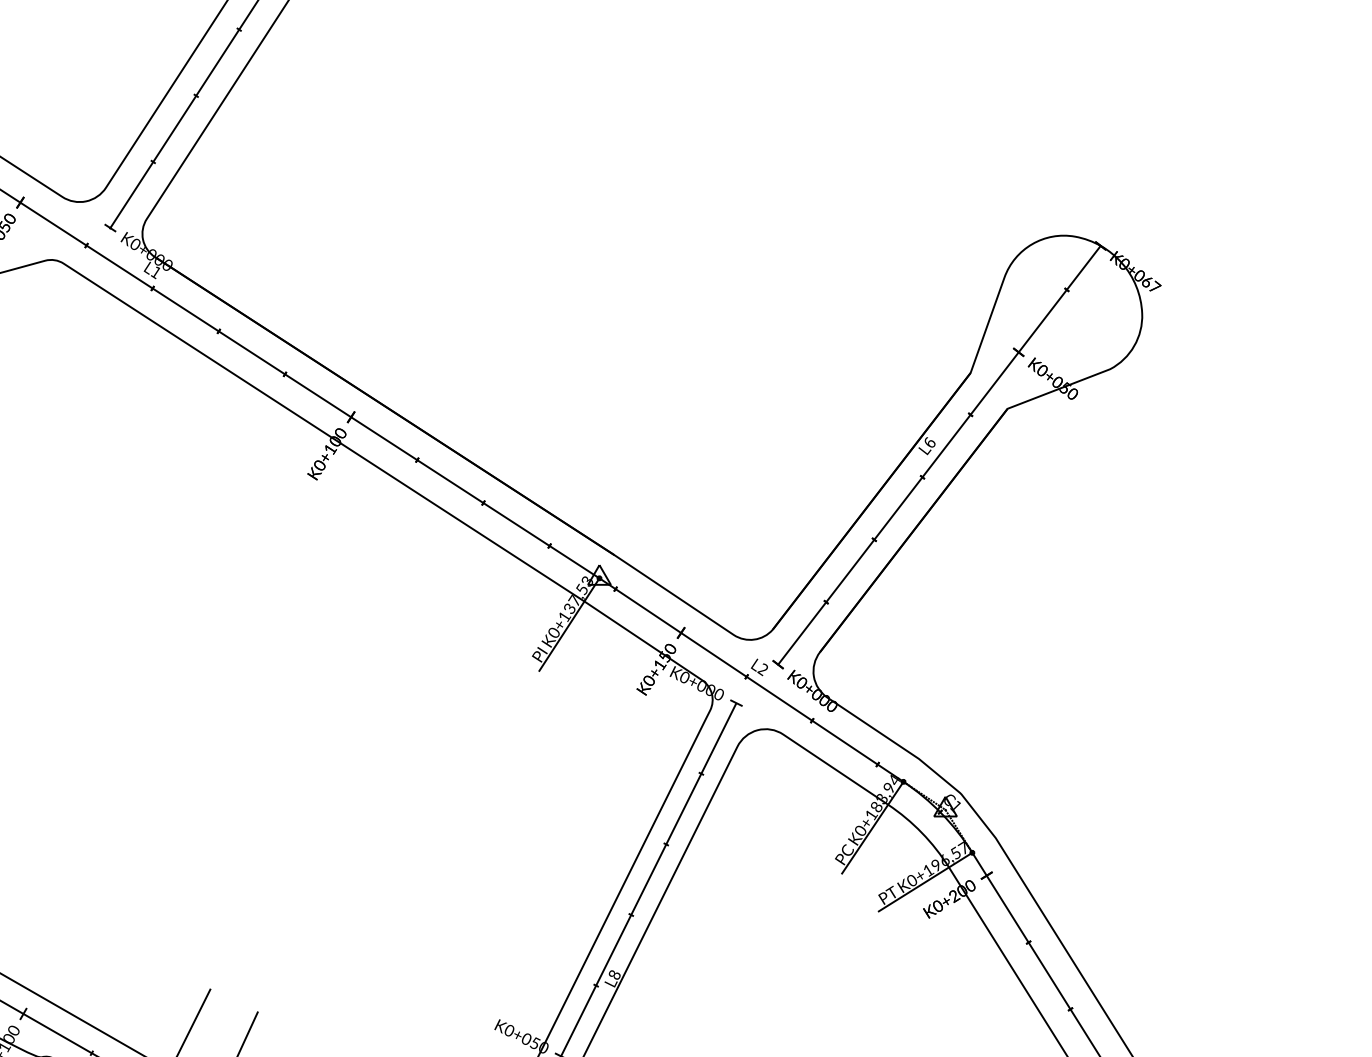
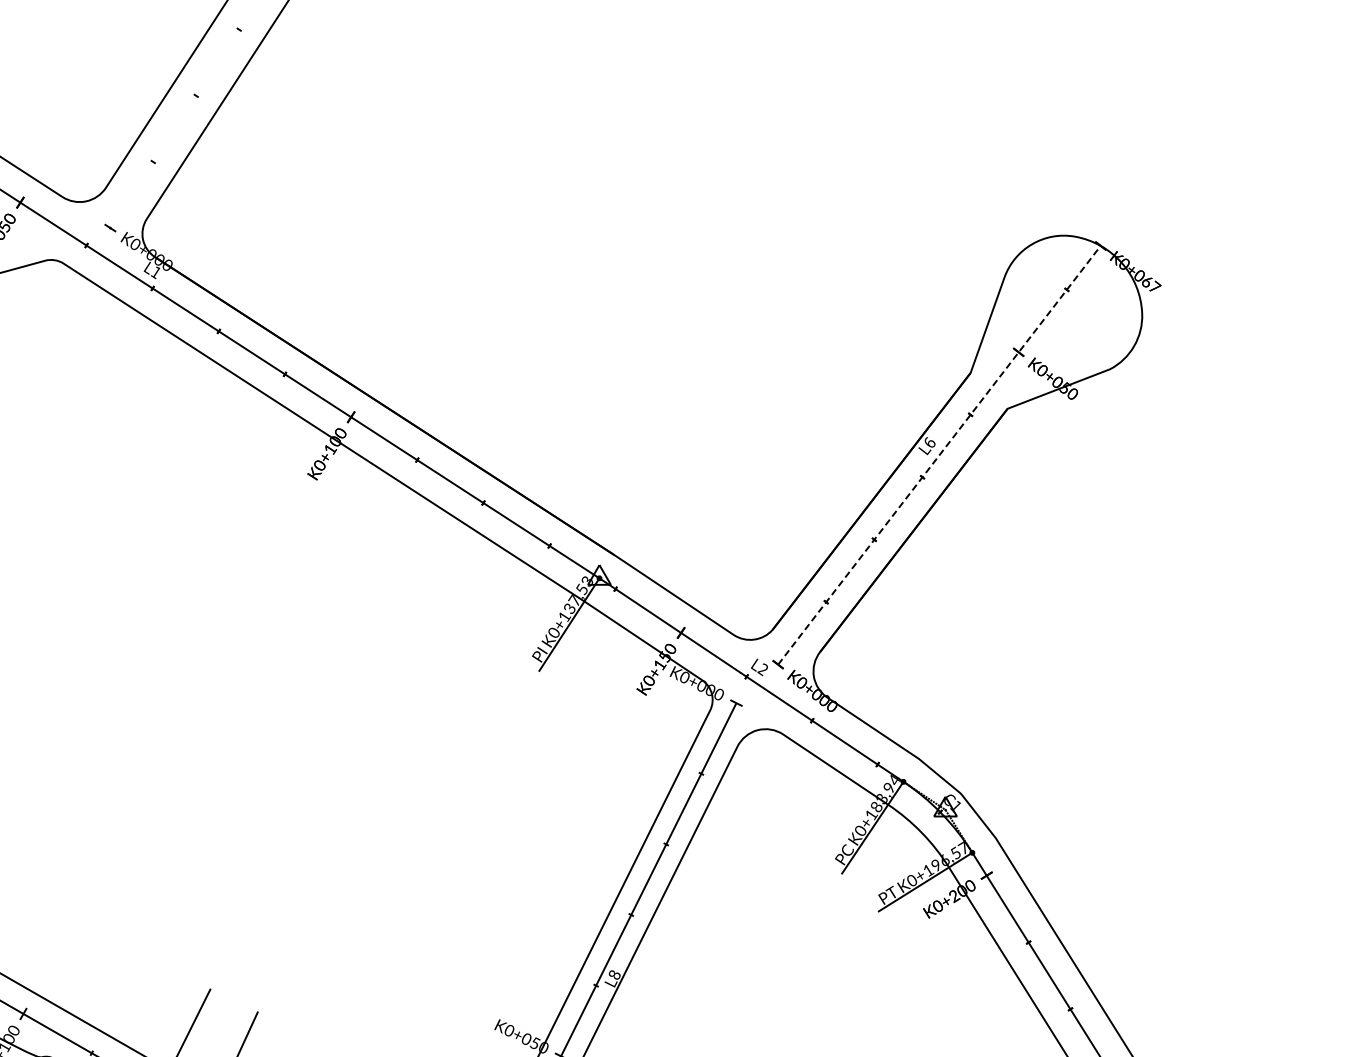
line at (183, 115): present -> none
line at (939, 454): solid -> dashed
